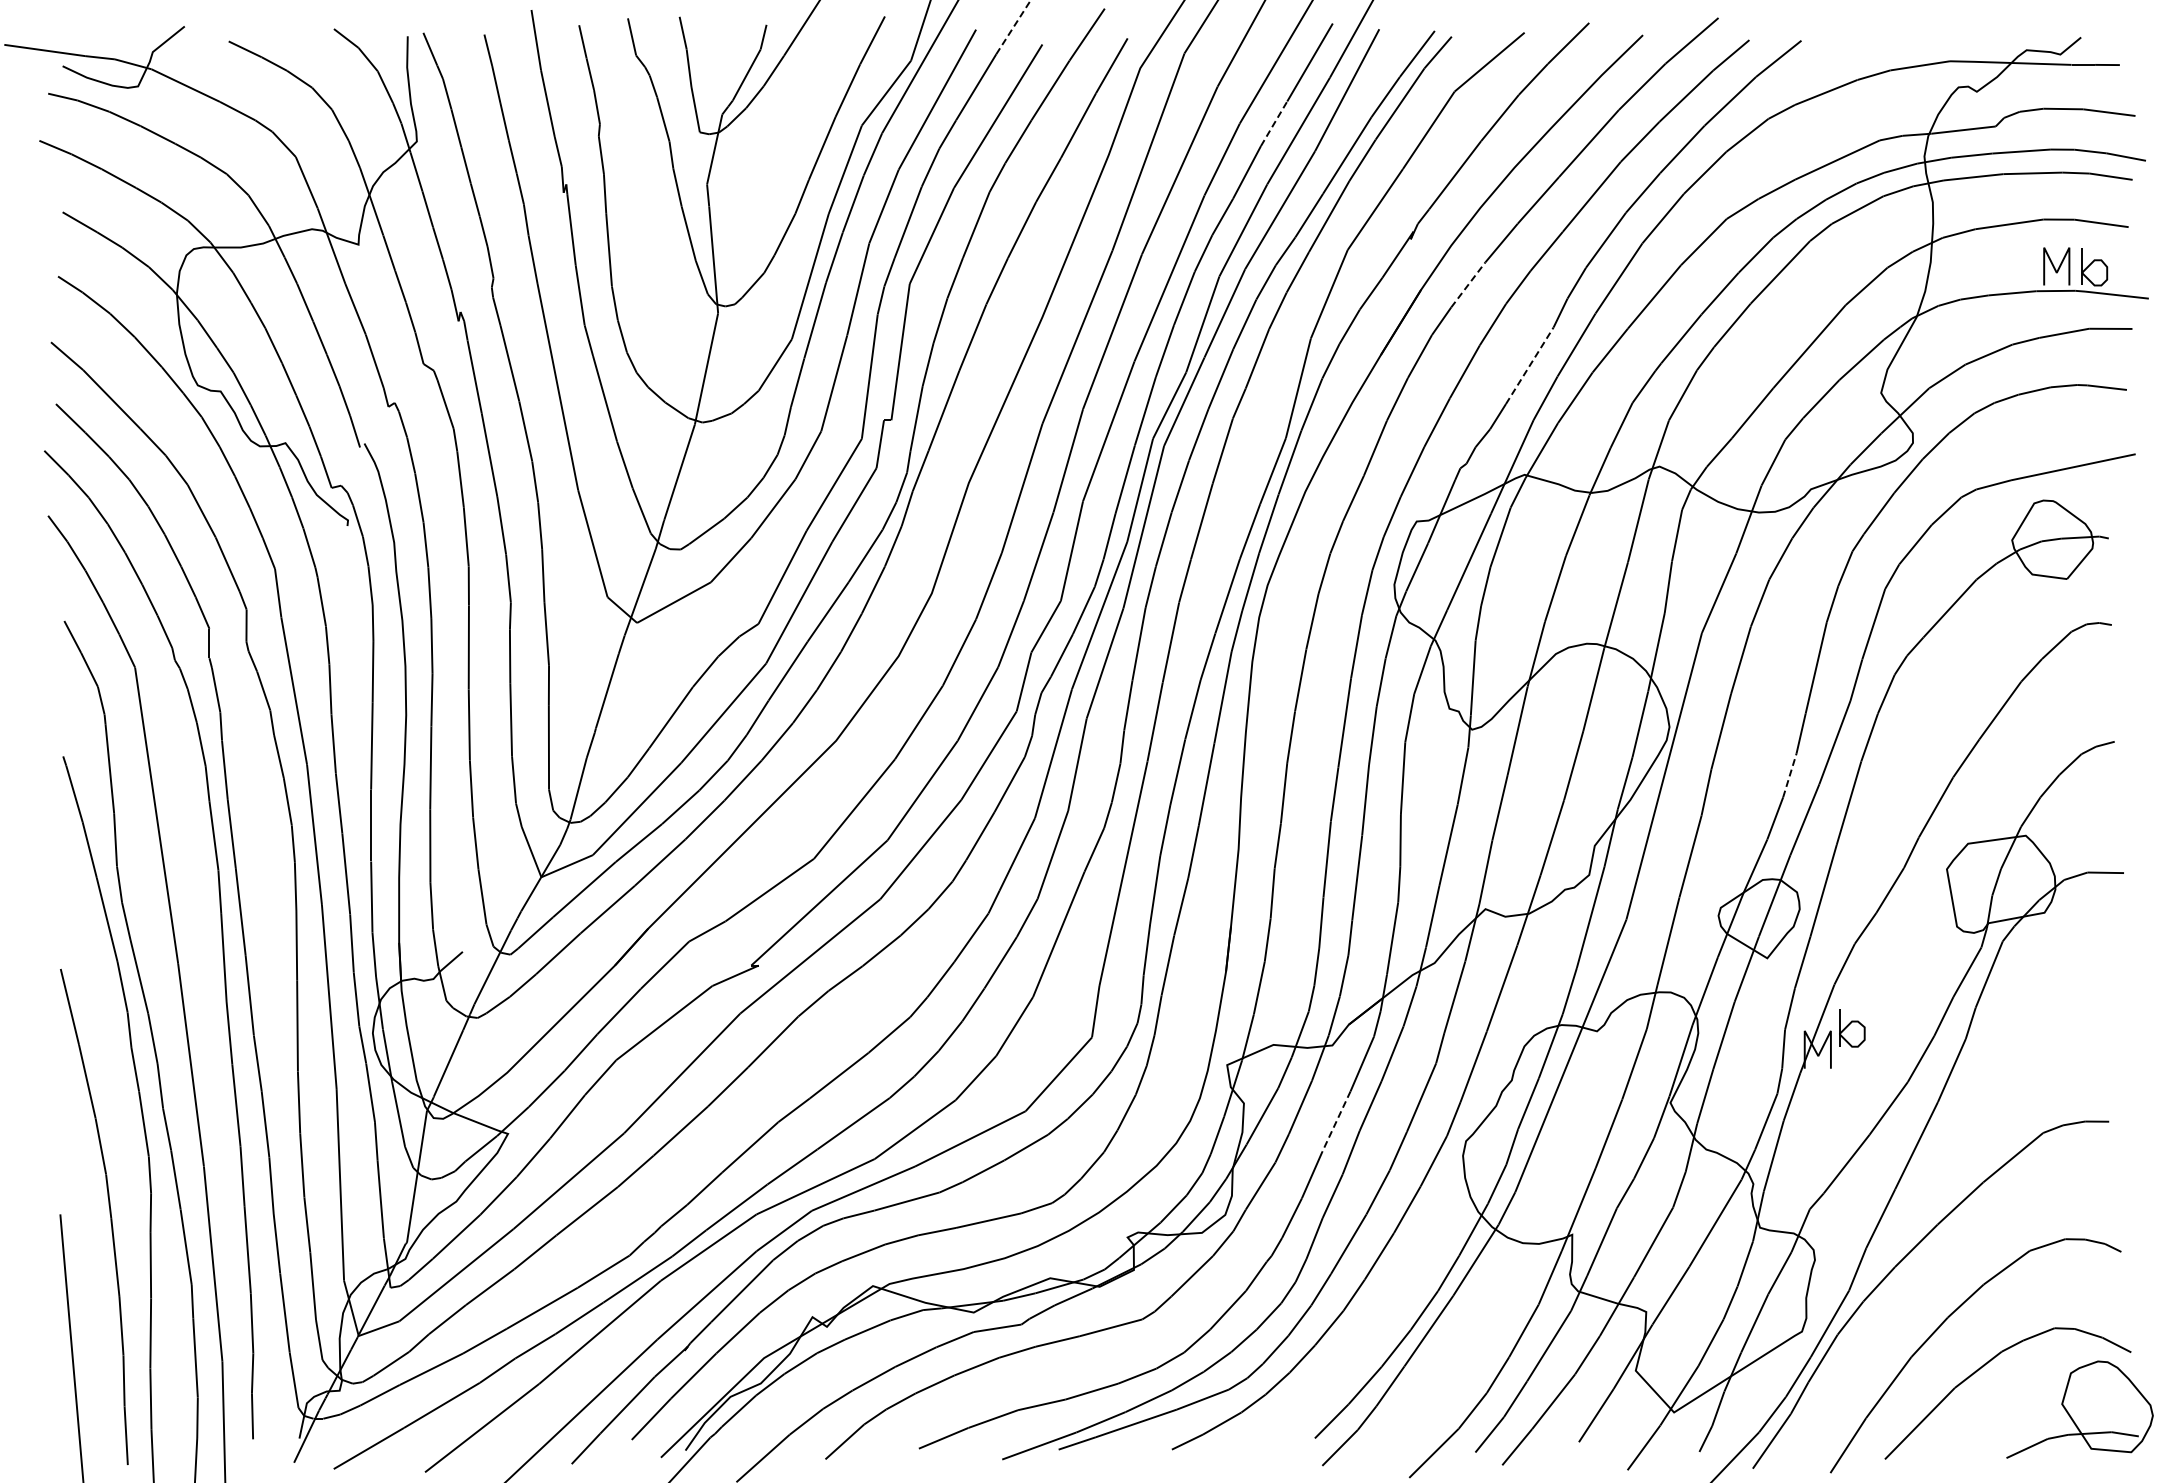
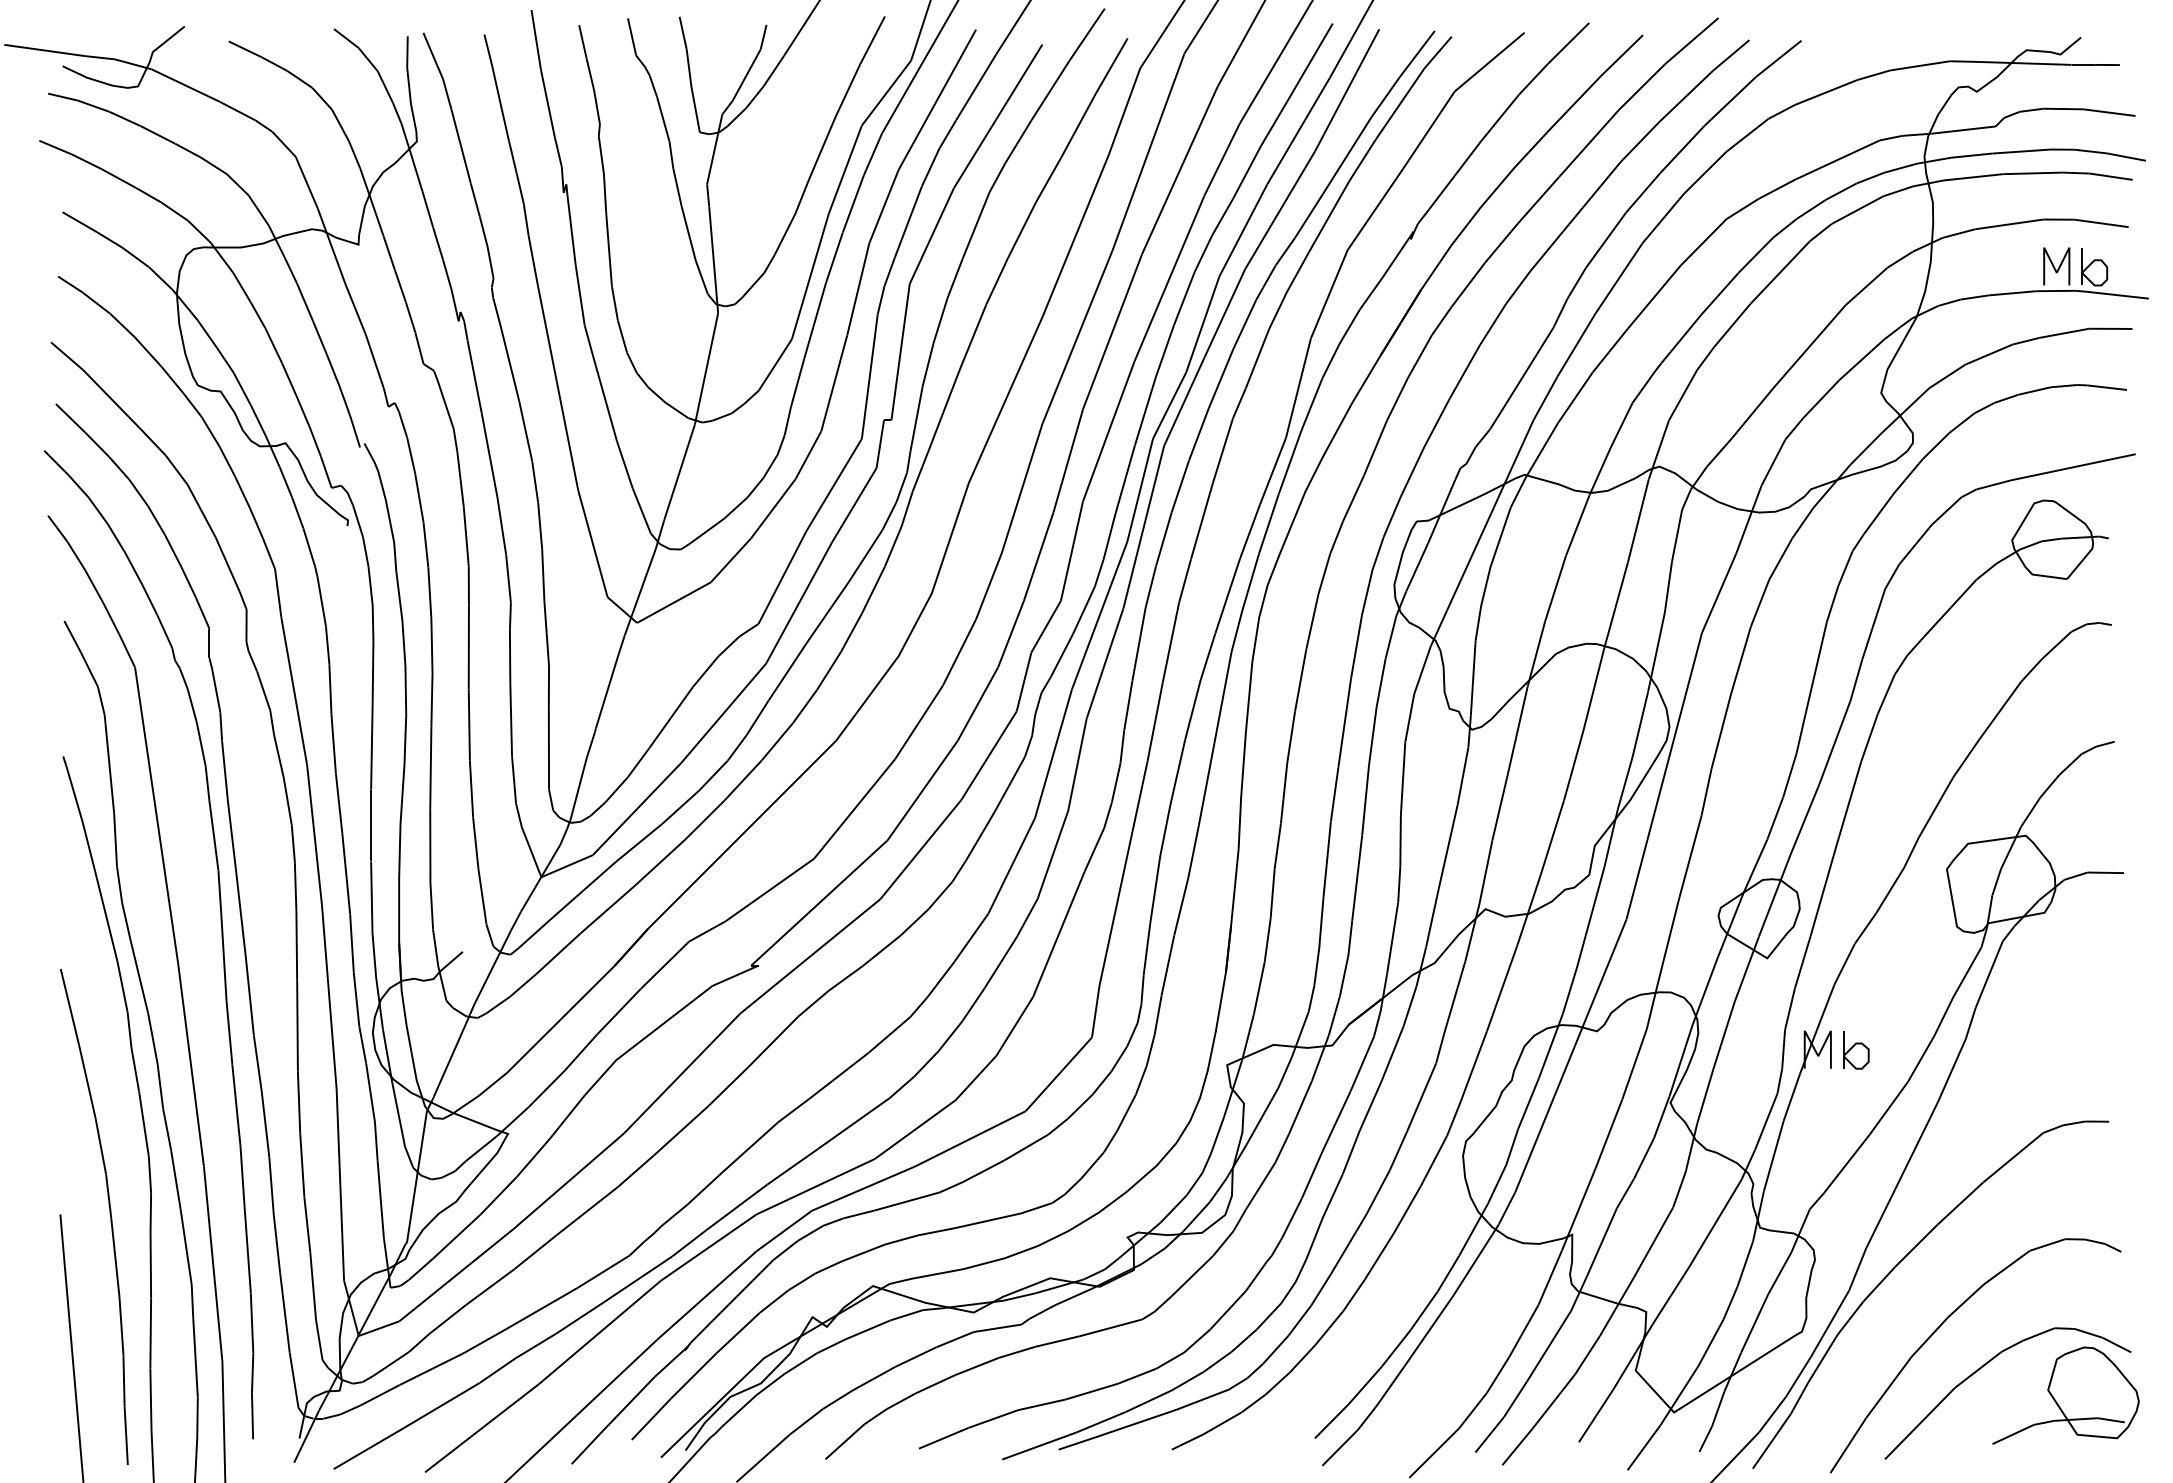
line at (1013, 27): dashed -> solid
line at (1274, 123): dashed -> solid
line at (1468, 284): dashed -> solid
line at (1530, 365): dashed -> solid
line at (1789, 775): dashed -> solid
part at (1852, 1028) position: (1852, 1028) -> (1856, 1050)
line at (1336, 1122): dashed -> solid
part at (2079, 1409) position: (2079, 1409) -> (2065, 1395)
